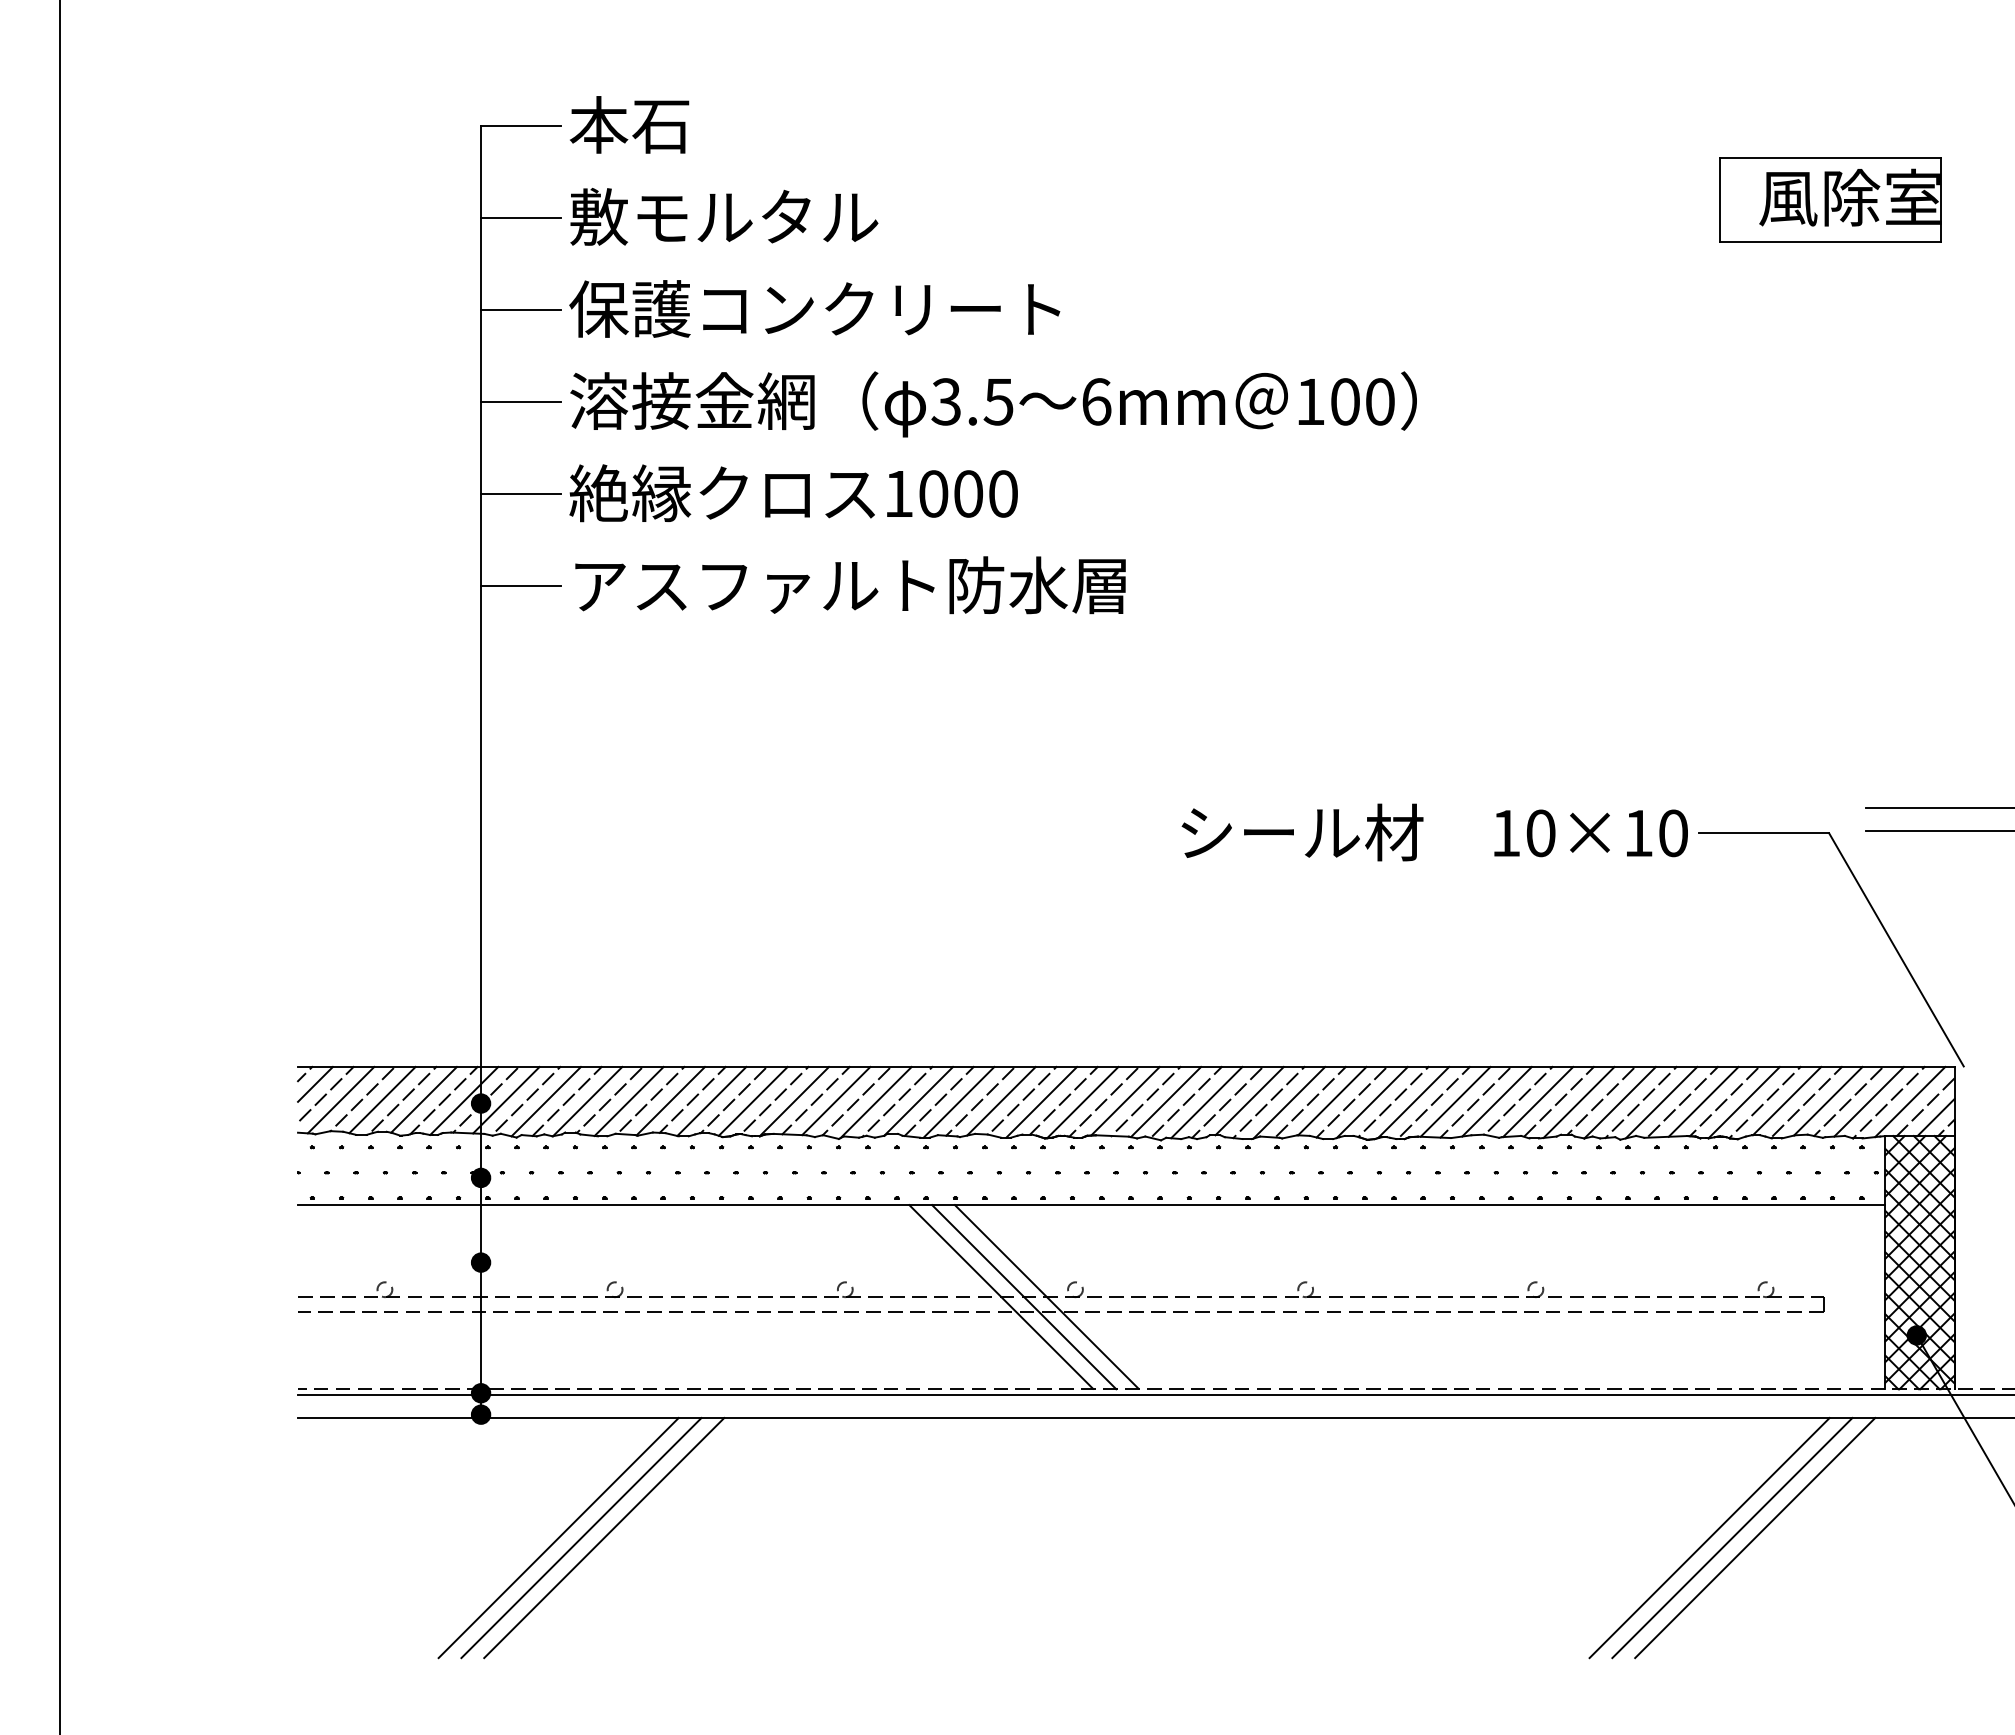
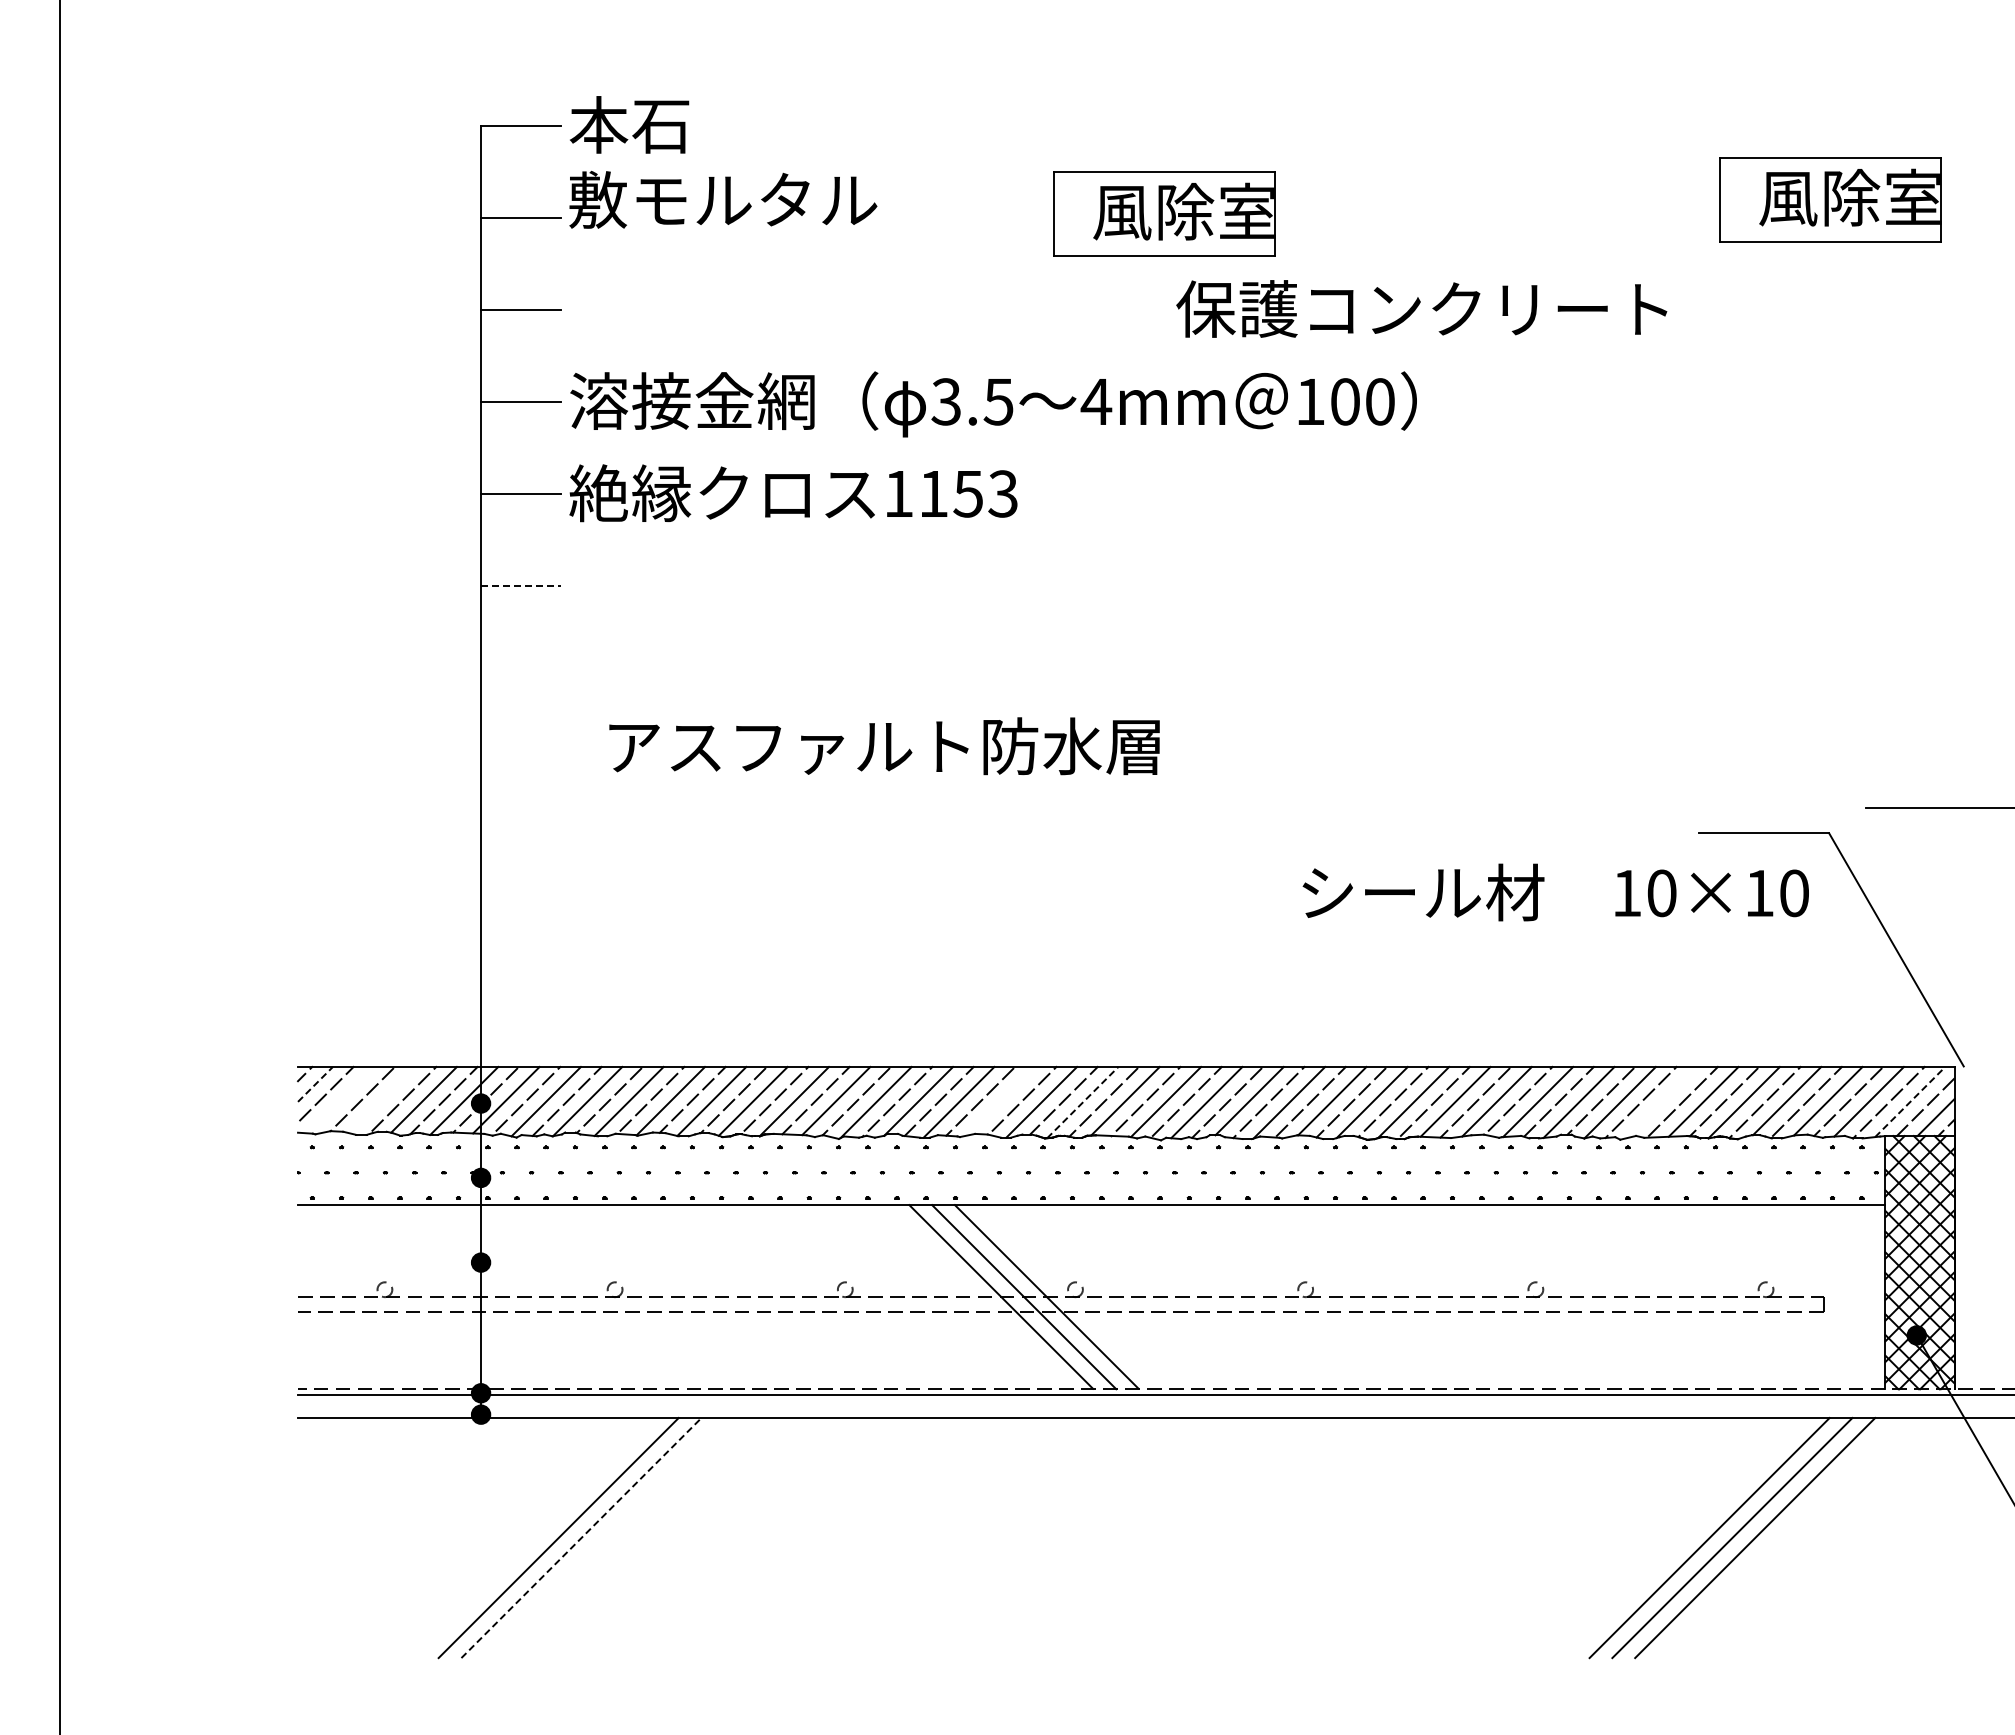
part at (1164, 213): none -> present
text at (724, 216) position: (724, 216) -> (723, 199)
text at (814, 308) position: (814, 308) -> (1421, 308)
text at (1096, 401): 6mm -> 4mm
text at (968, 493): 1000 -> 1153
text at (850, 585) position: (850, 585) -> (884, 746)
line at (520, 586): solid -> dashed
line at (1938, 831): present -> none
text at (1434, 832) position: (1434, 832) -> (1555, 892)
line at (315, 1084): solid -> dashed
line at (340, 1099): present -> none
line at (382, 1099): present -> none
line at (1001, 1100): present -> none
line at (1083, 1102): solid -> dashed
line at (1661, 1102): present -> none
line at (1910, 1102): solid -> dashed
line at (581, 1538): solid -> dashed
line at (604, 1538): present -> none
